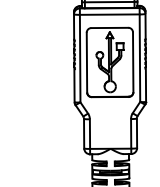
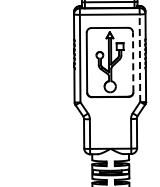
line at (139, 53): solid -> dashed
line at (133, 62): solid -> dashed
